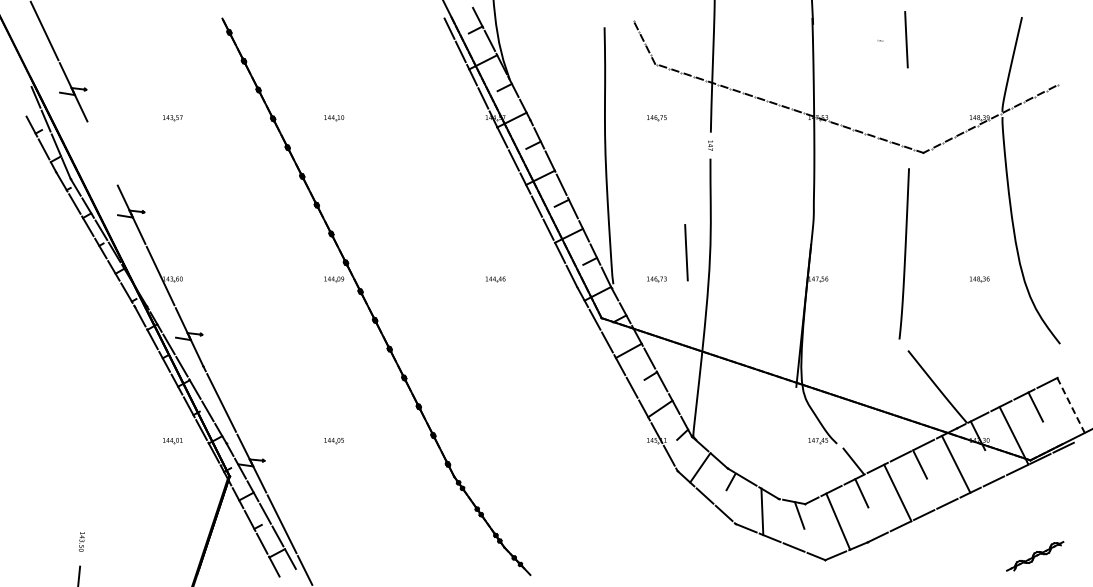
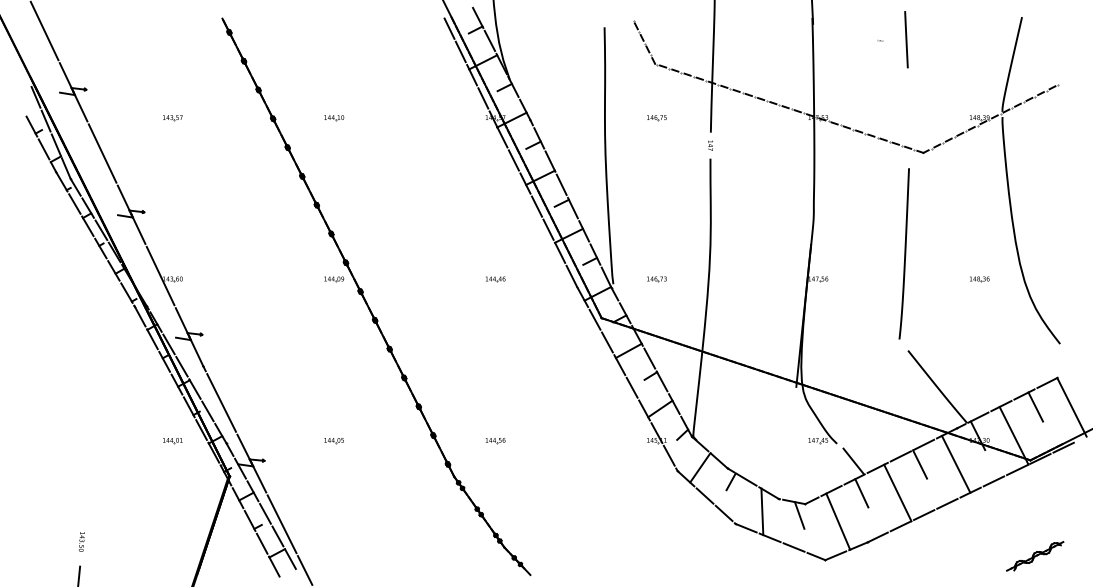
line at (102, 153): none -> present
line at (686, 252): present -> none
line at (1071, 407): dashed -> solid
part at (495, 441): none -> present
